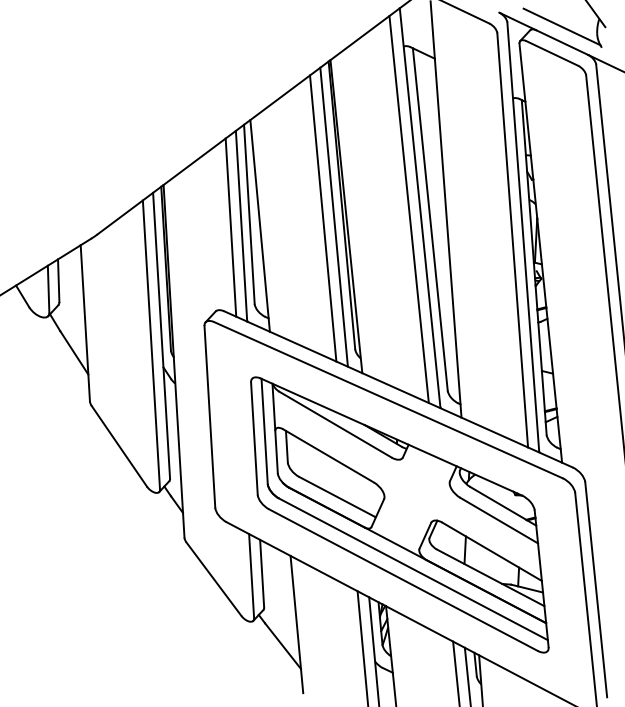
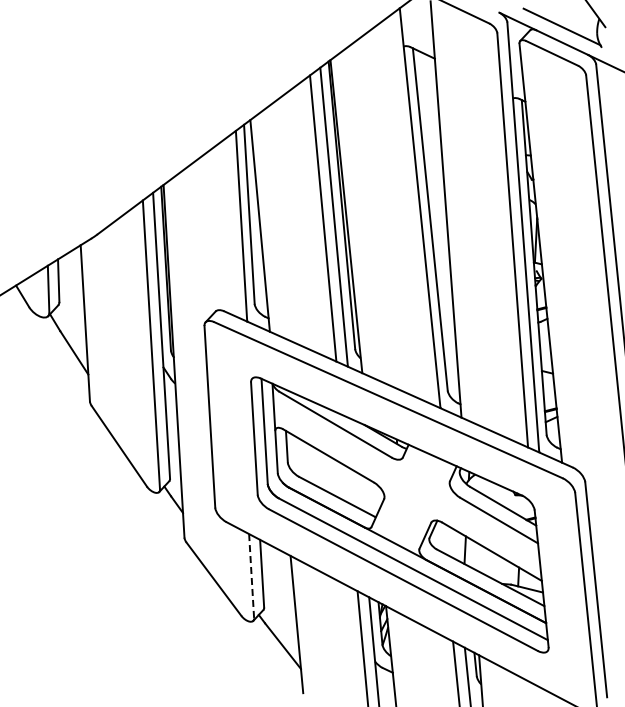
line at (408, 209): present -> none
line at (230, 227): present -> none
line at (251, 576): solid -> dashed
